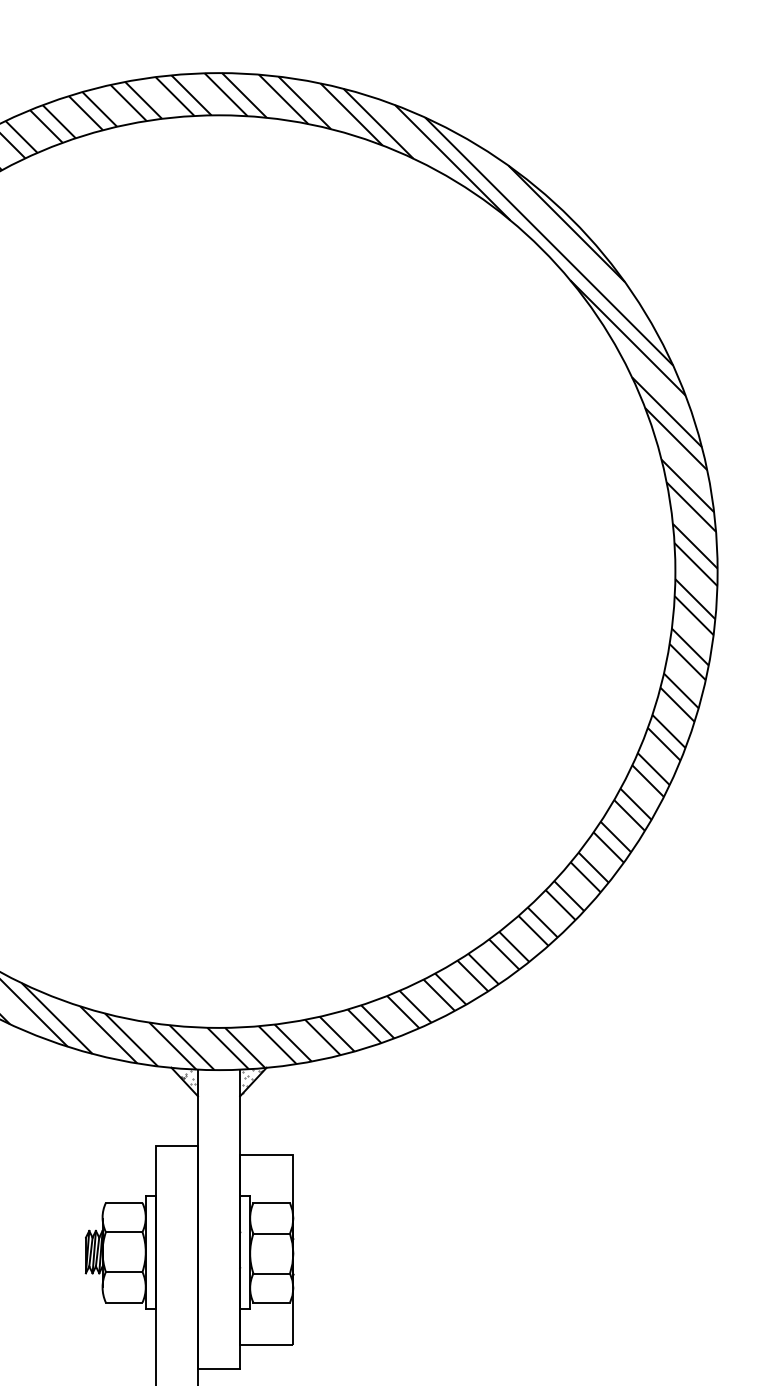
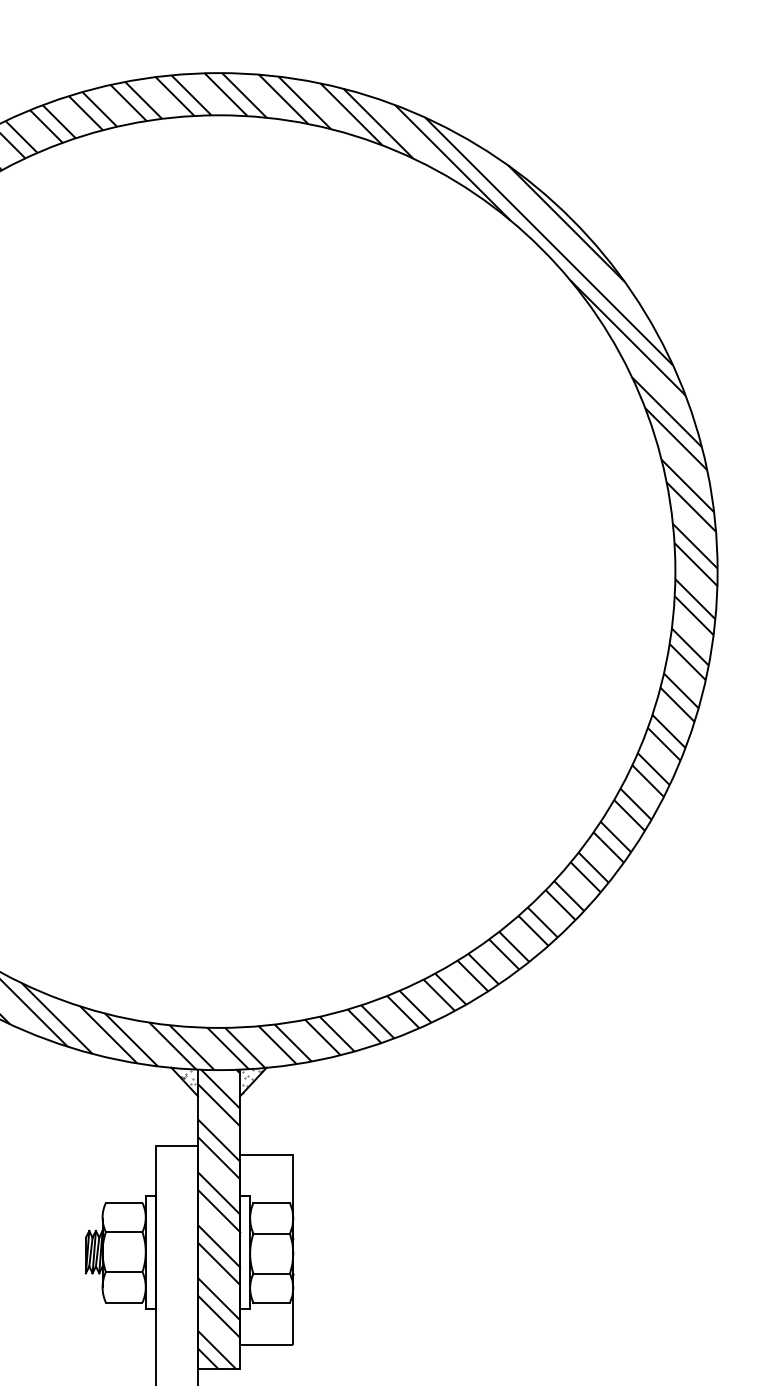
hatch at (218, 1219): none -> present
